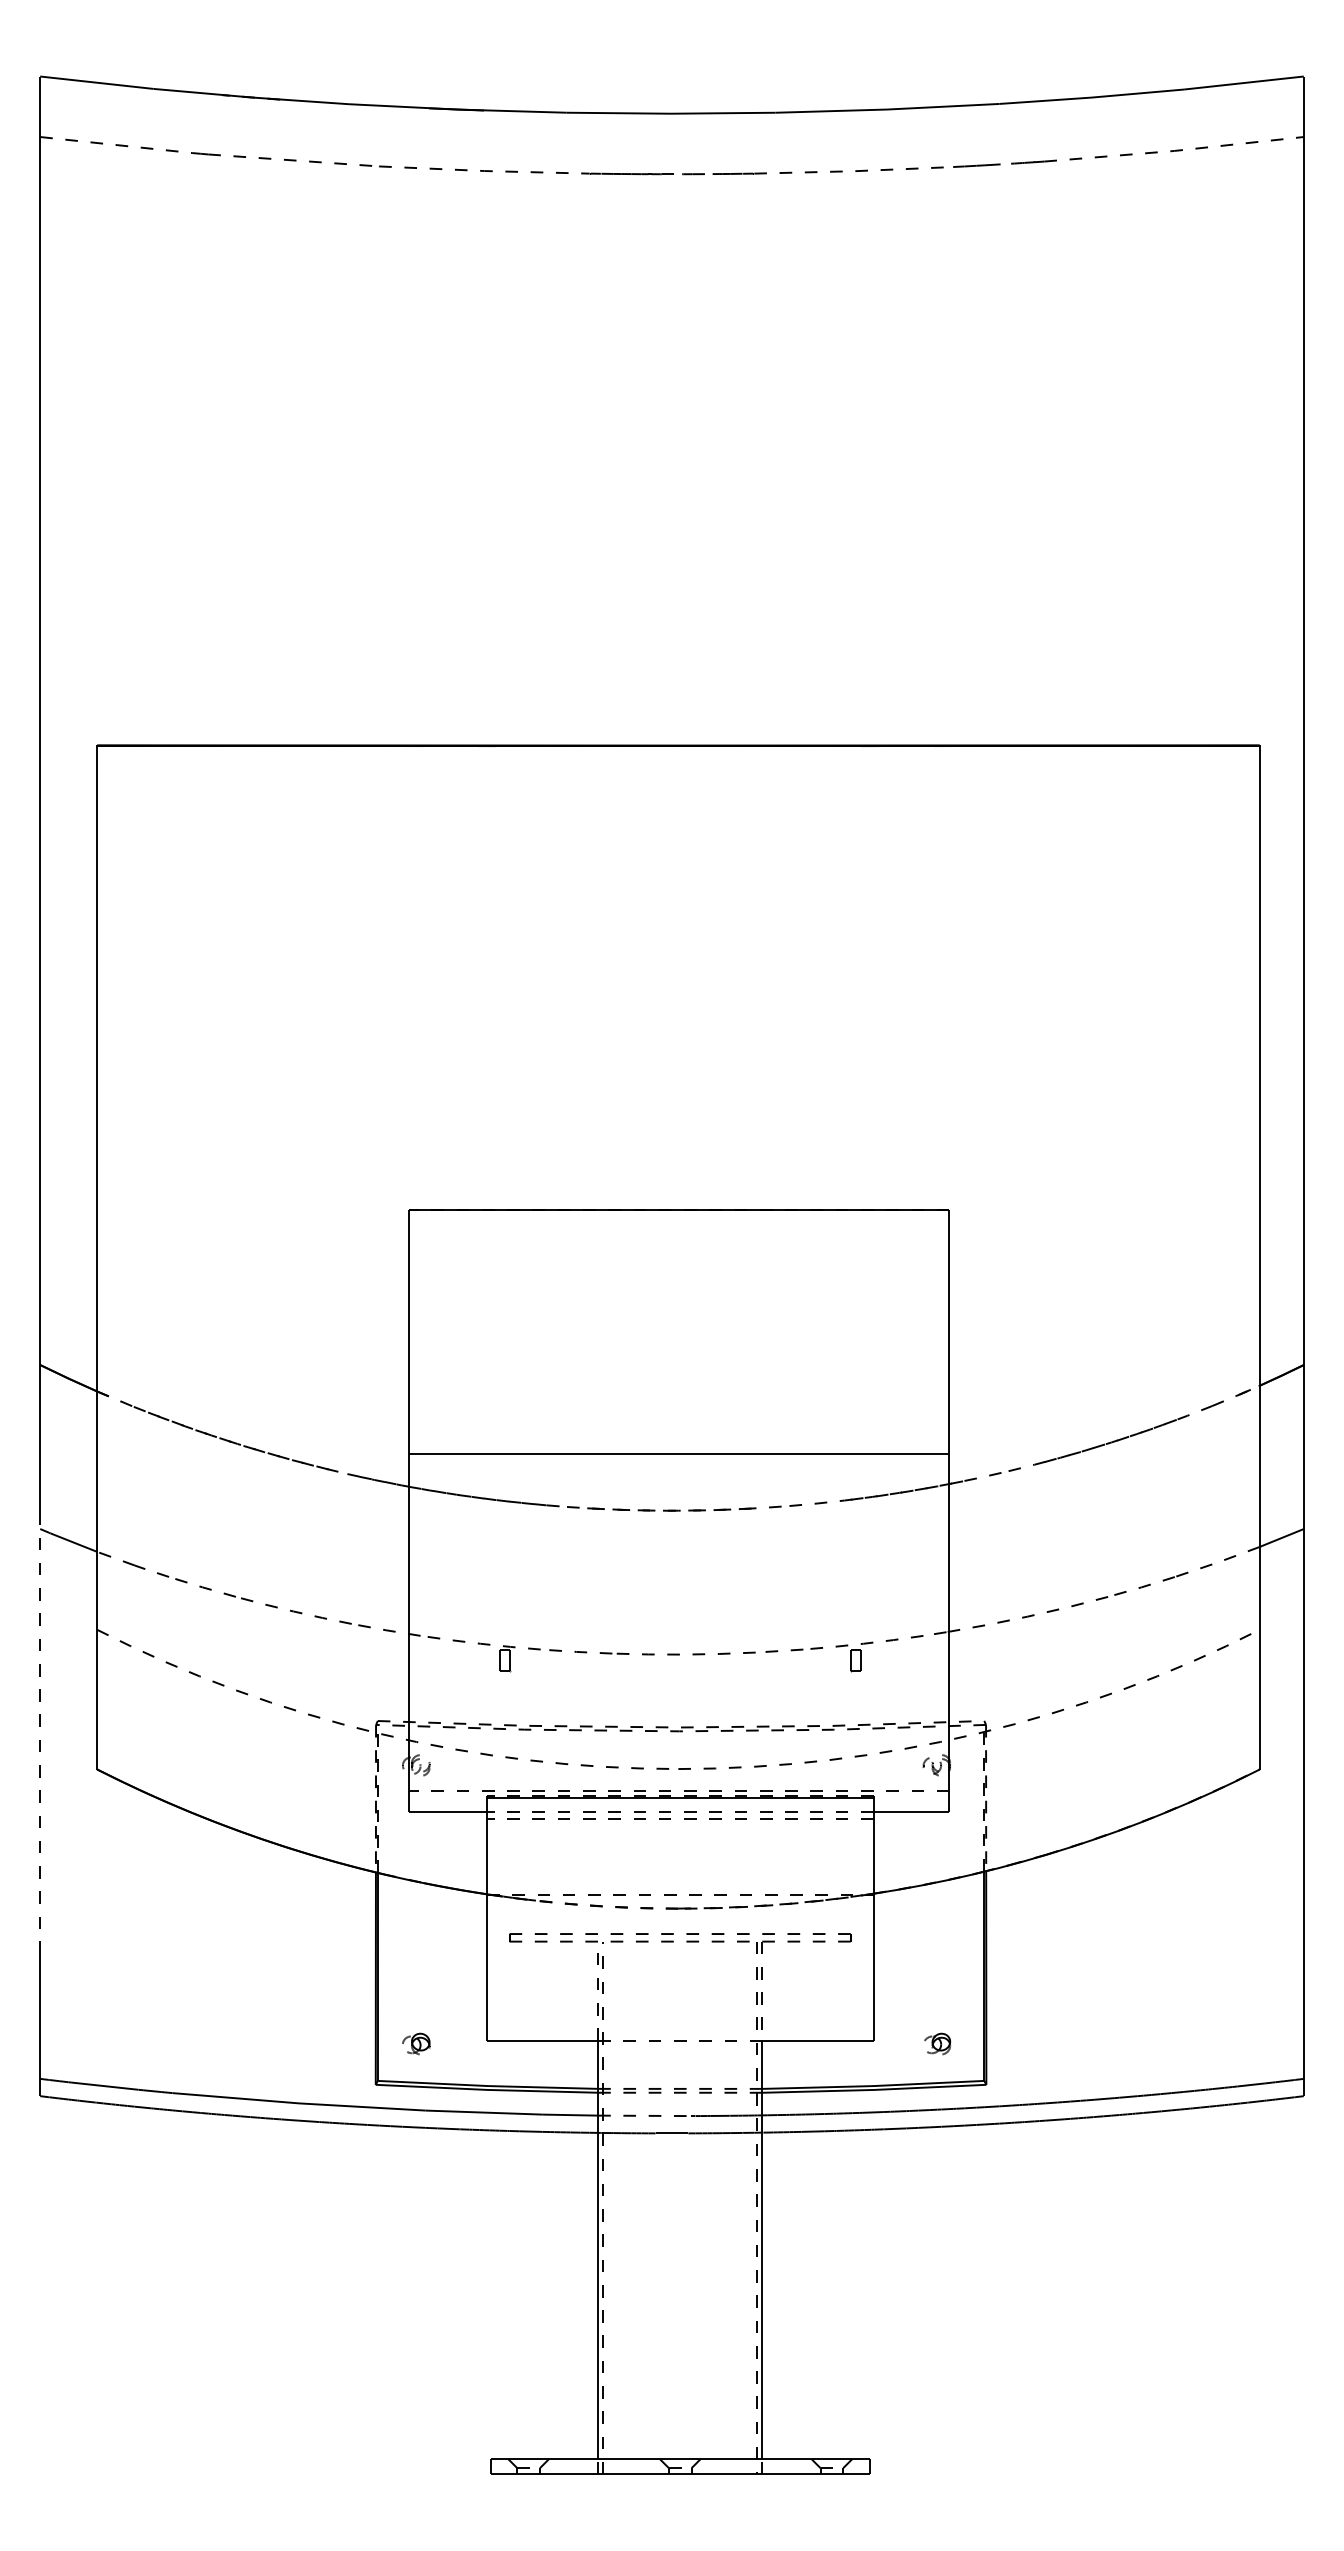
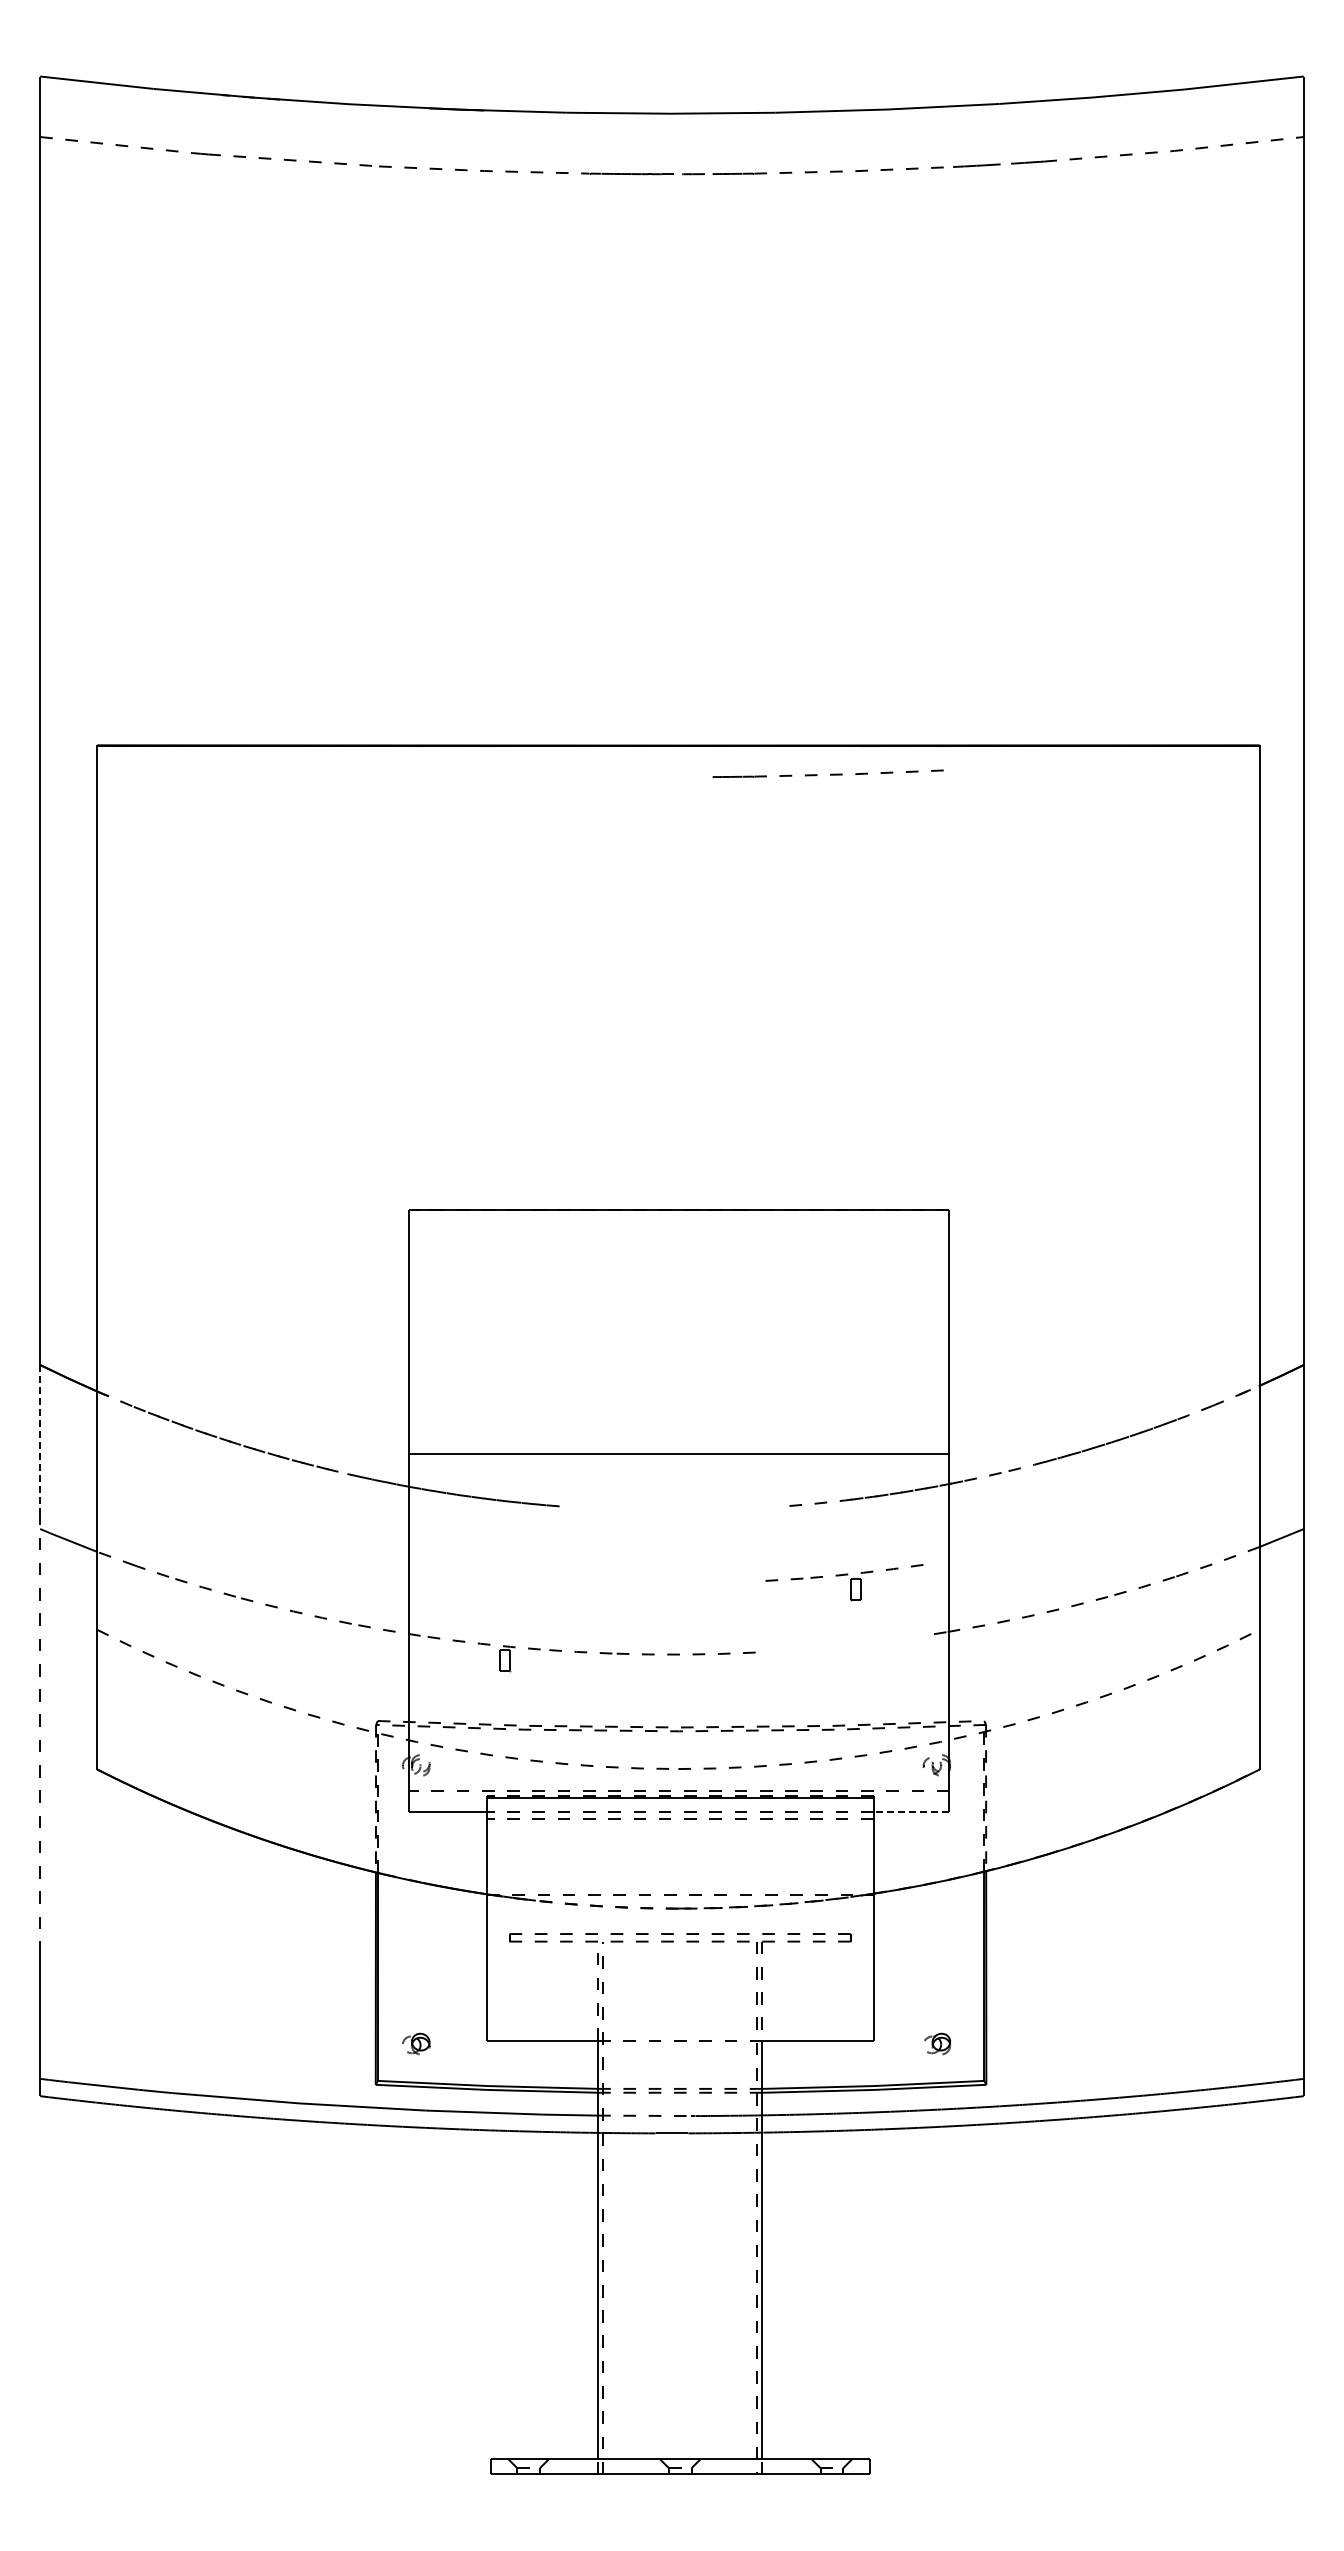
part at (827, 773): none -> present
line at (40, 1438): solid -> dashed
part at (674, 1508): present -> none
part at (844, 1653) position: (844, 1653) -> (844, 1582)
line at (911, 1812): solid -> dashed
